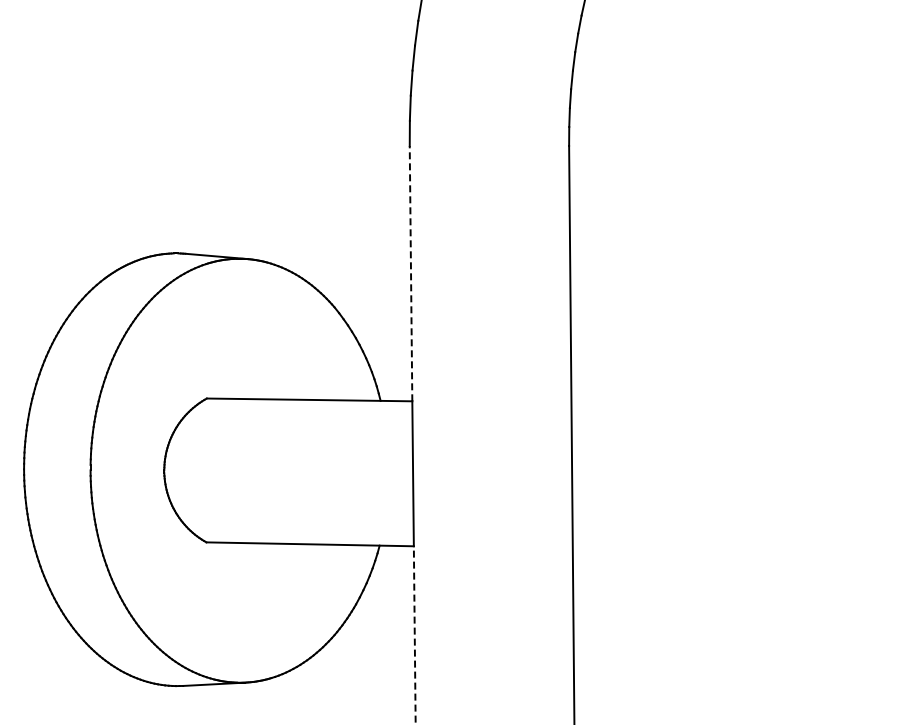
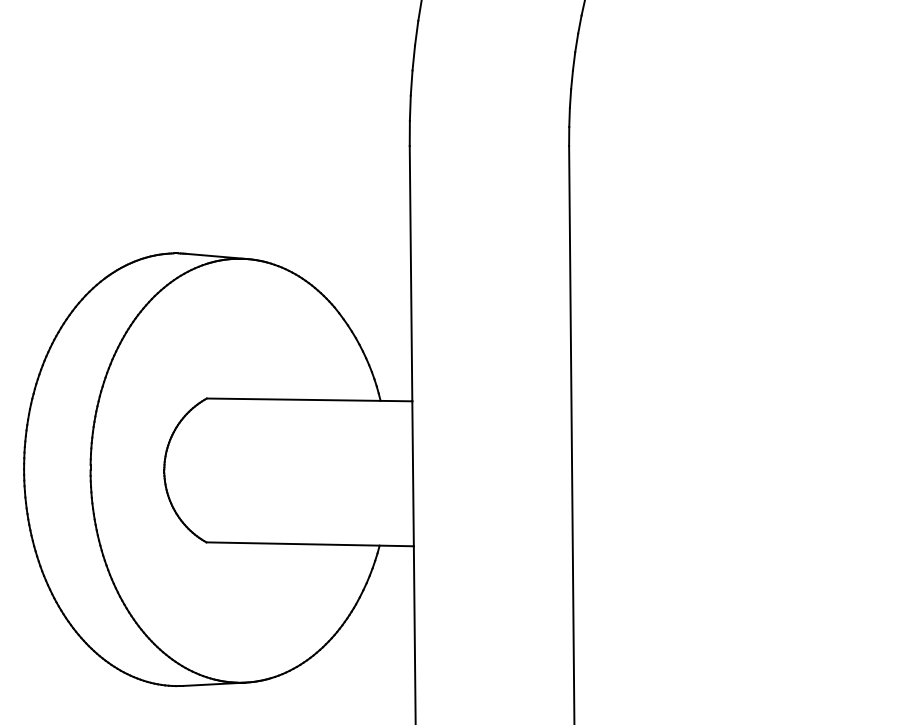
line at (411, 273): dashed -> solid
line at (414, 635): dashed -> solid
